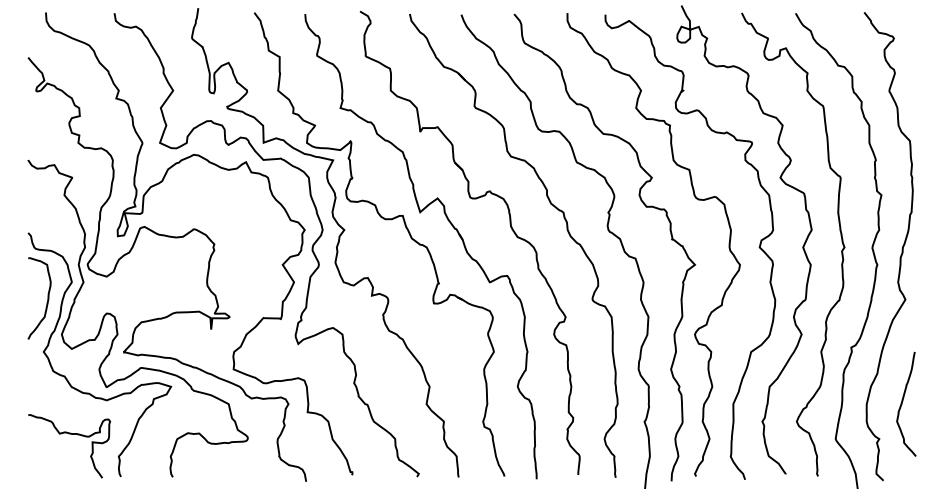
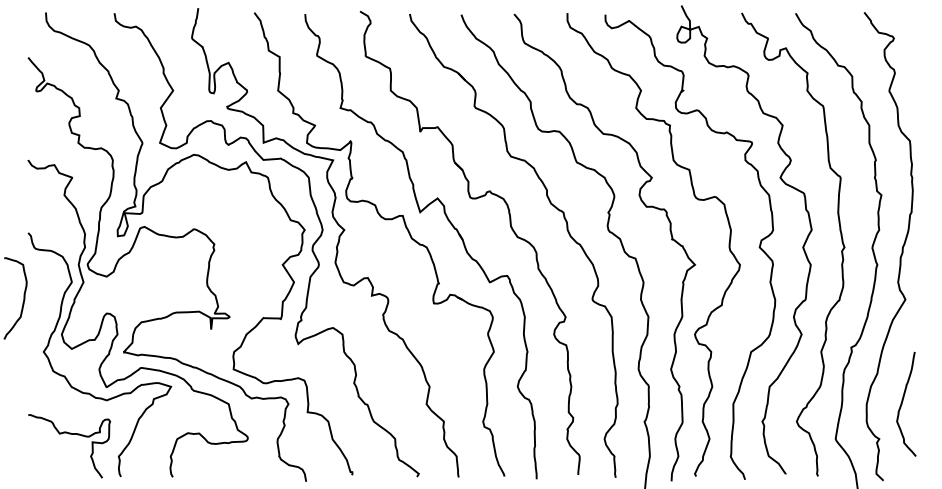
curve at (47, 298) position: (47, 298) -> (23, 298)
